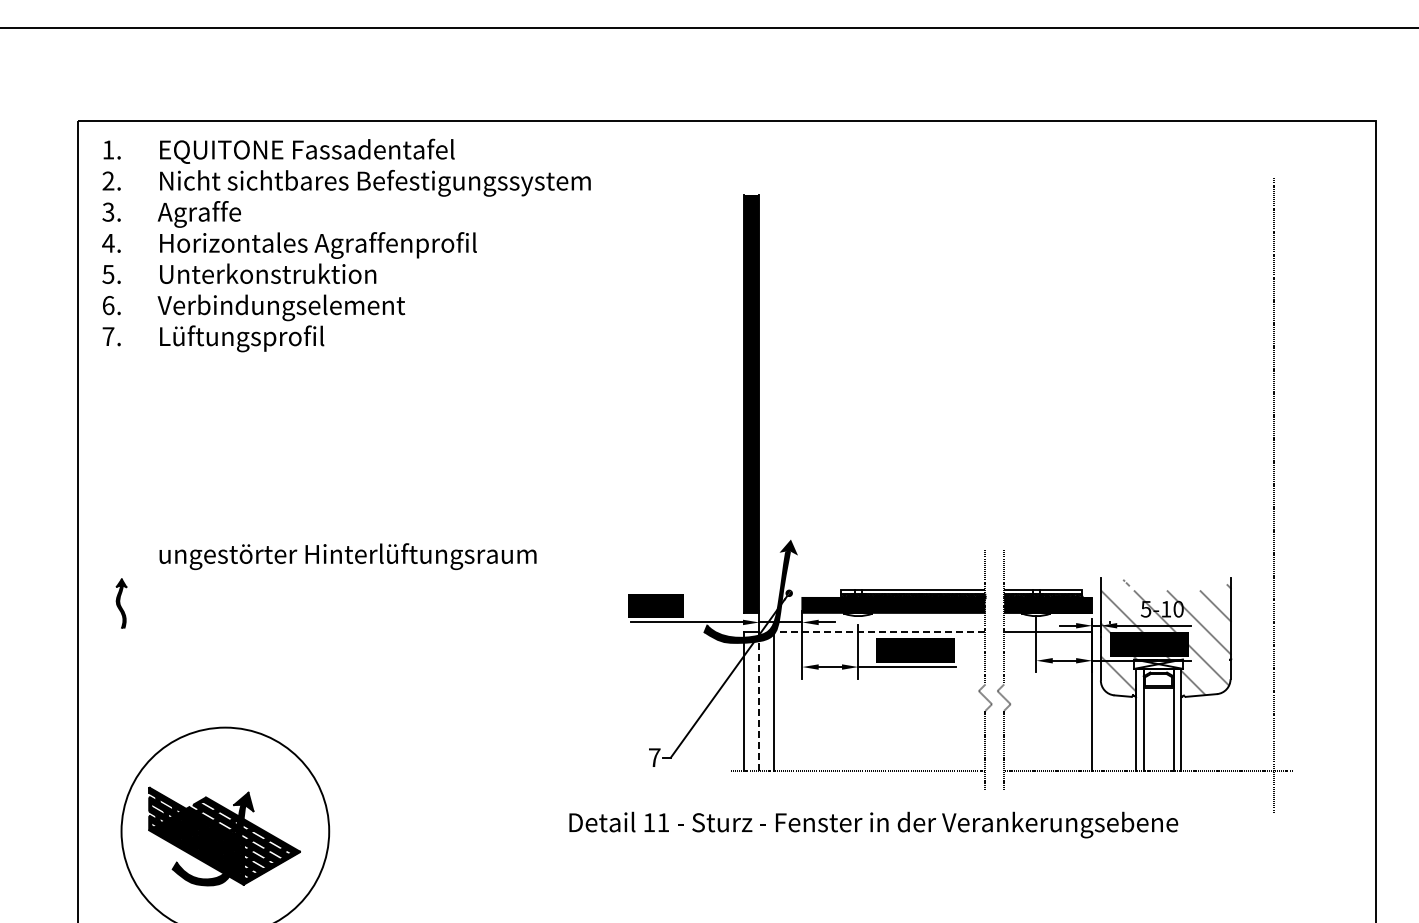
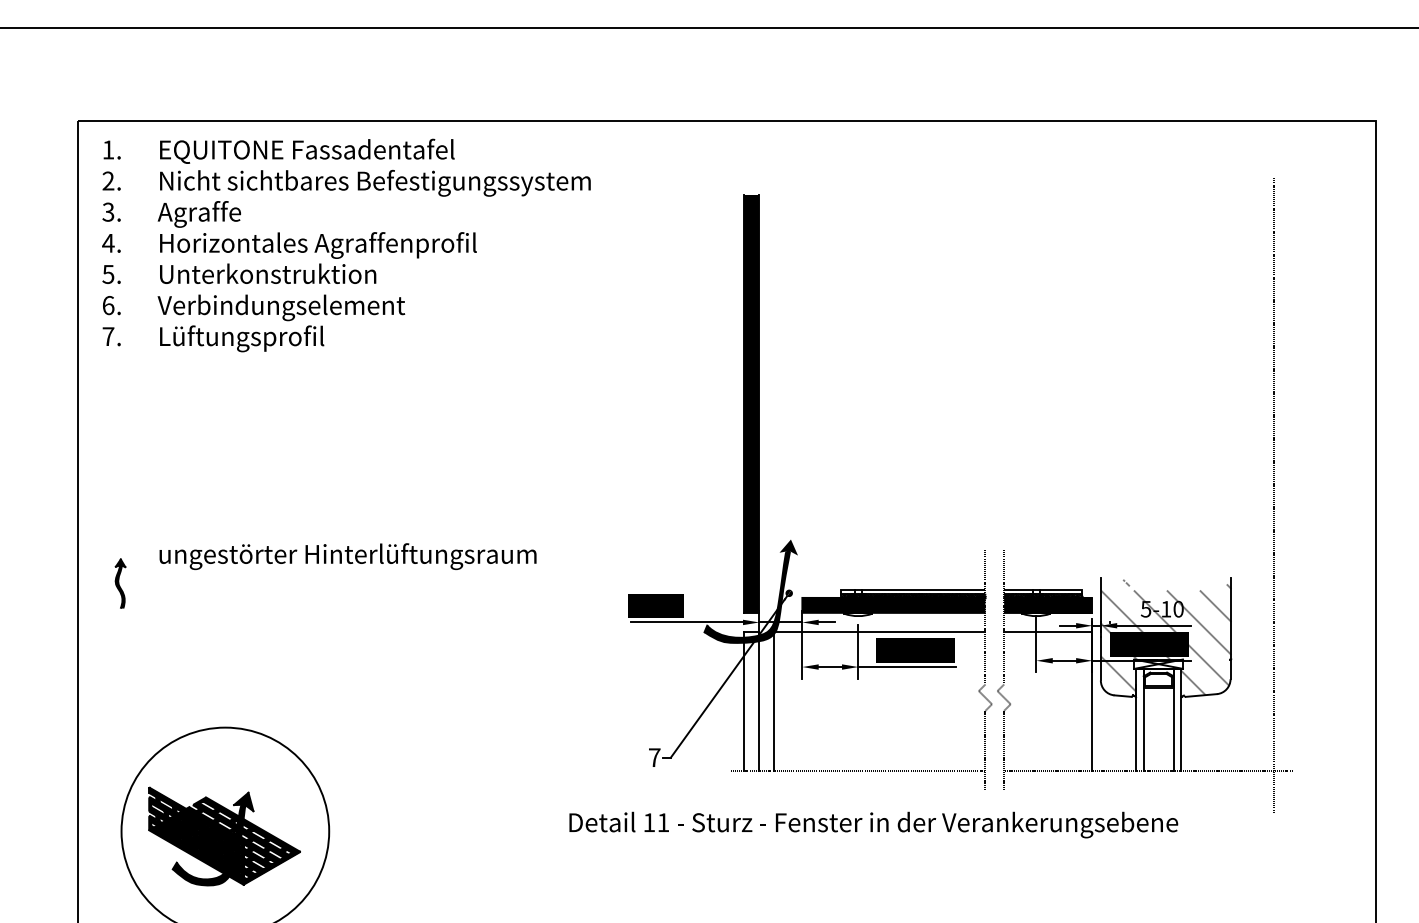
part at (121, 603) position: (121, 603) -> (120, 583)
line at (879, 631): dashed -> solid
line at (759, 701): dashed -> solid
